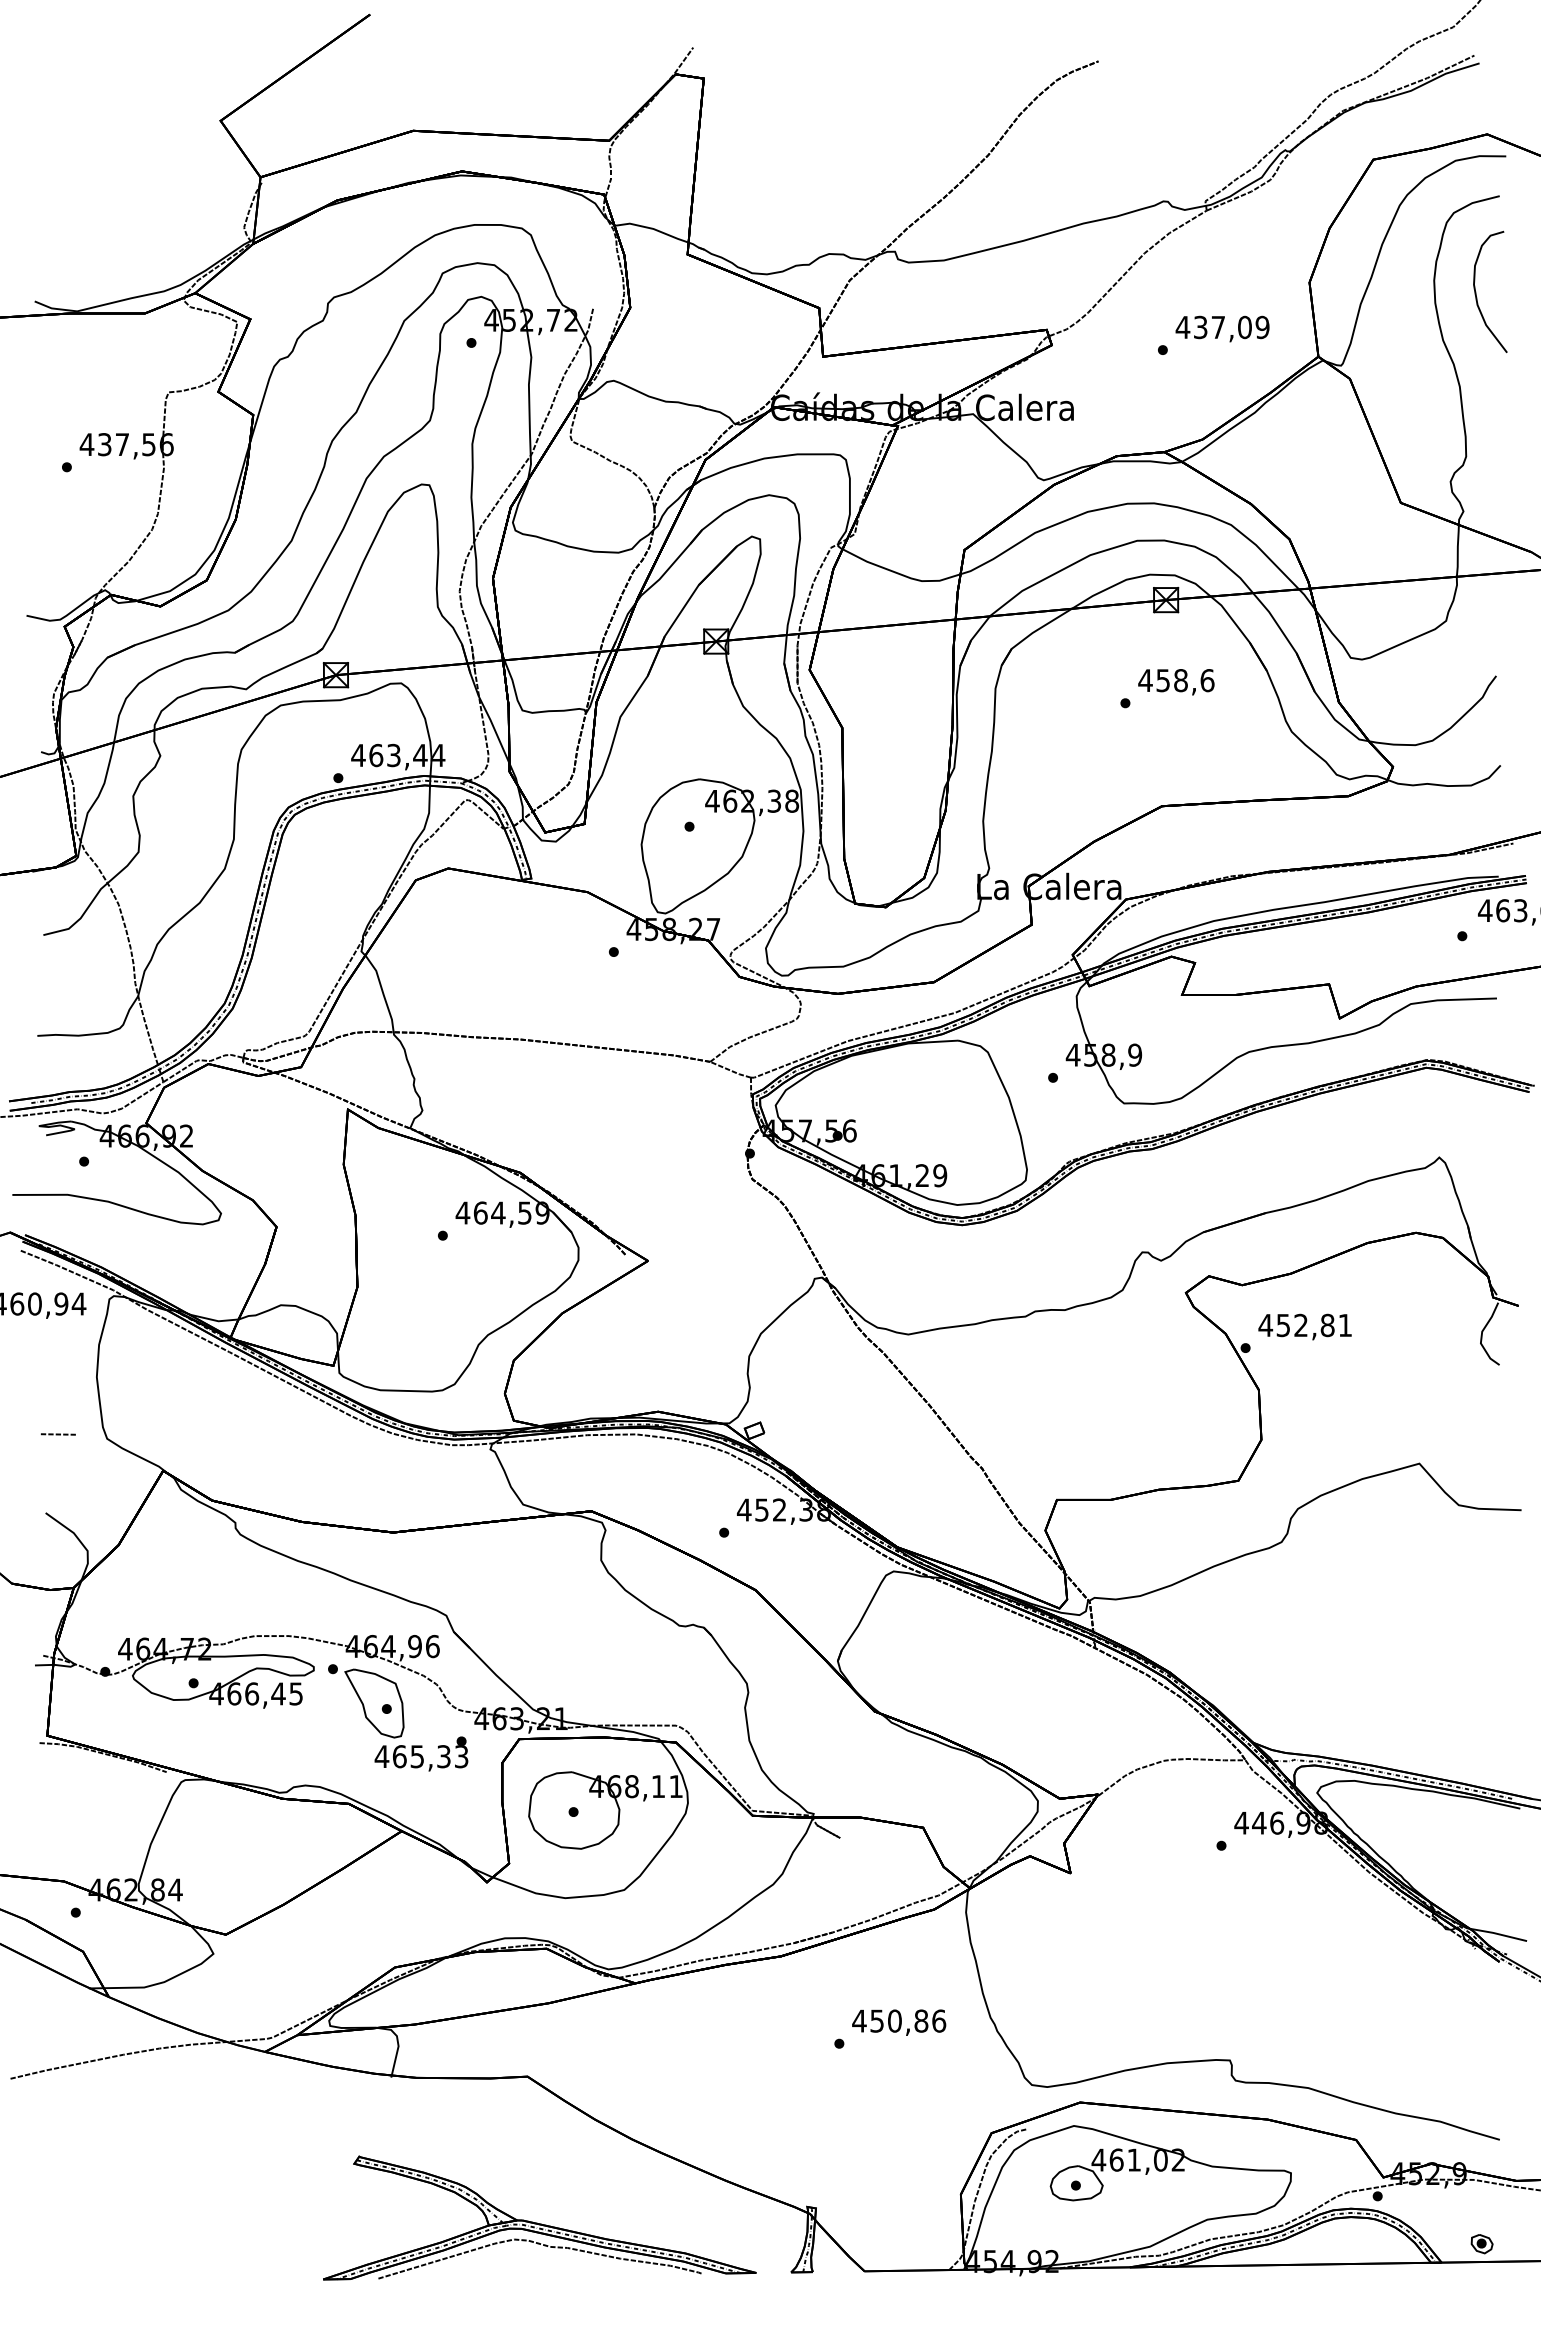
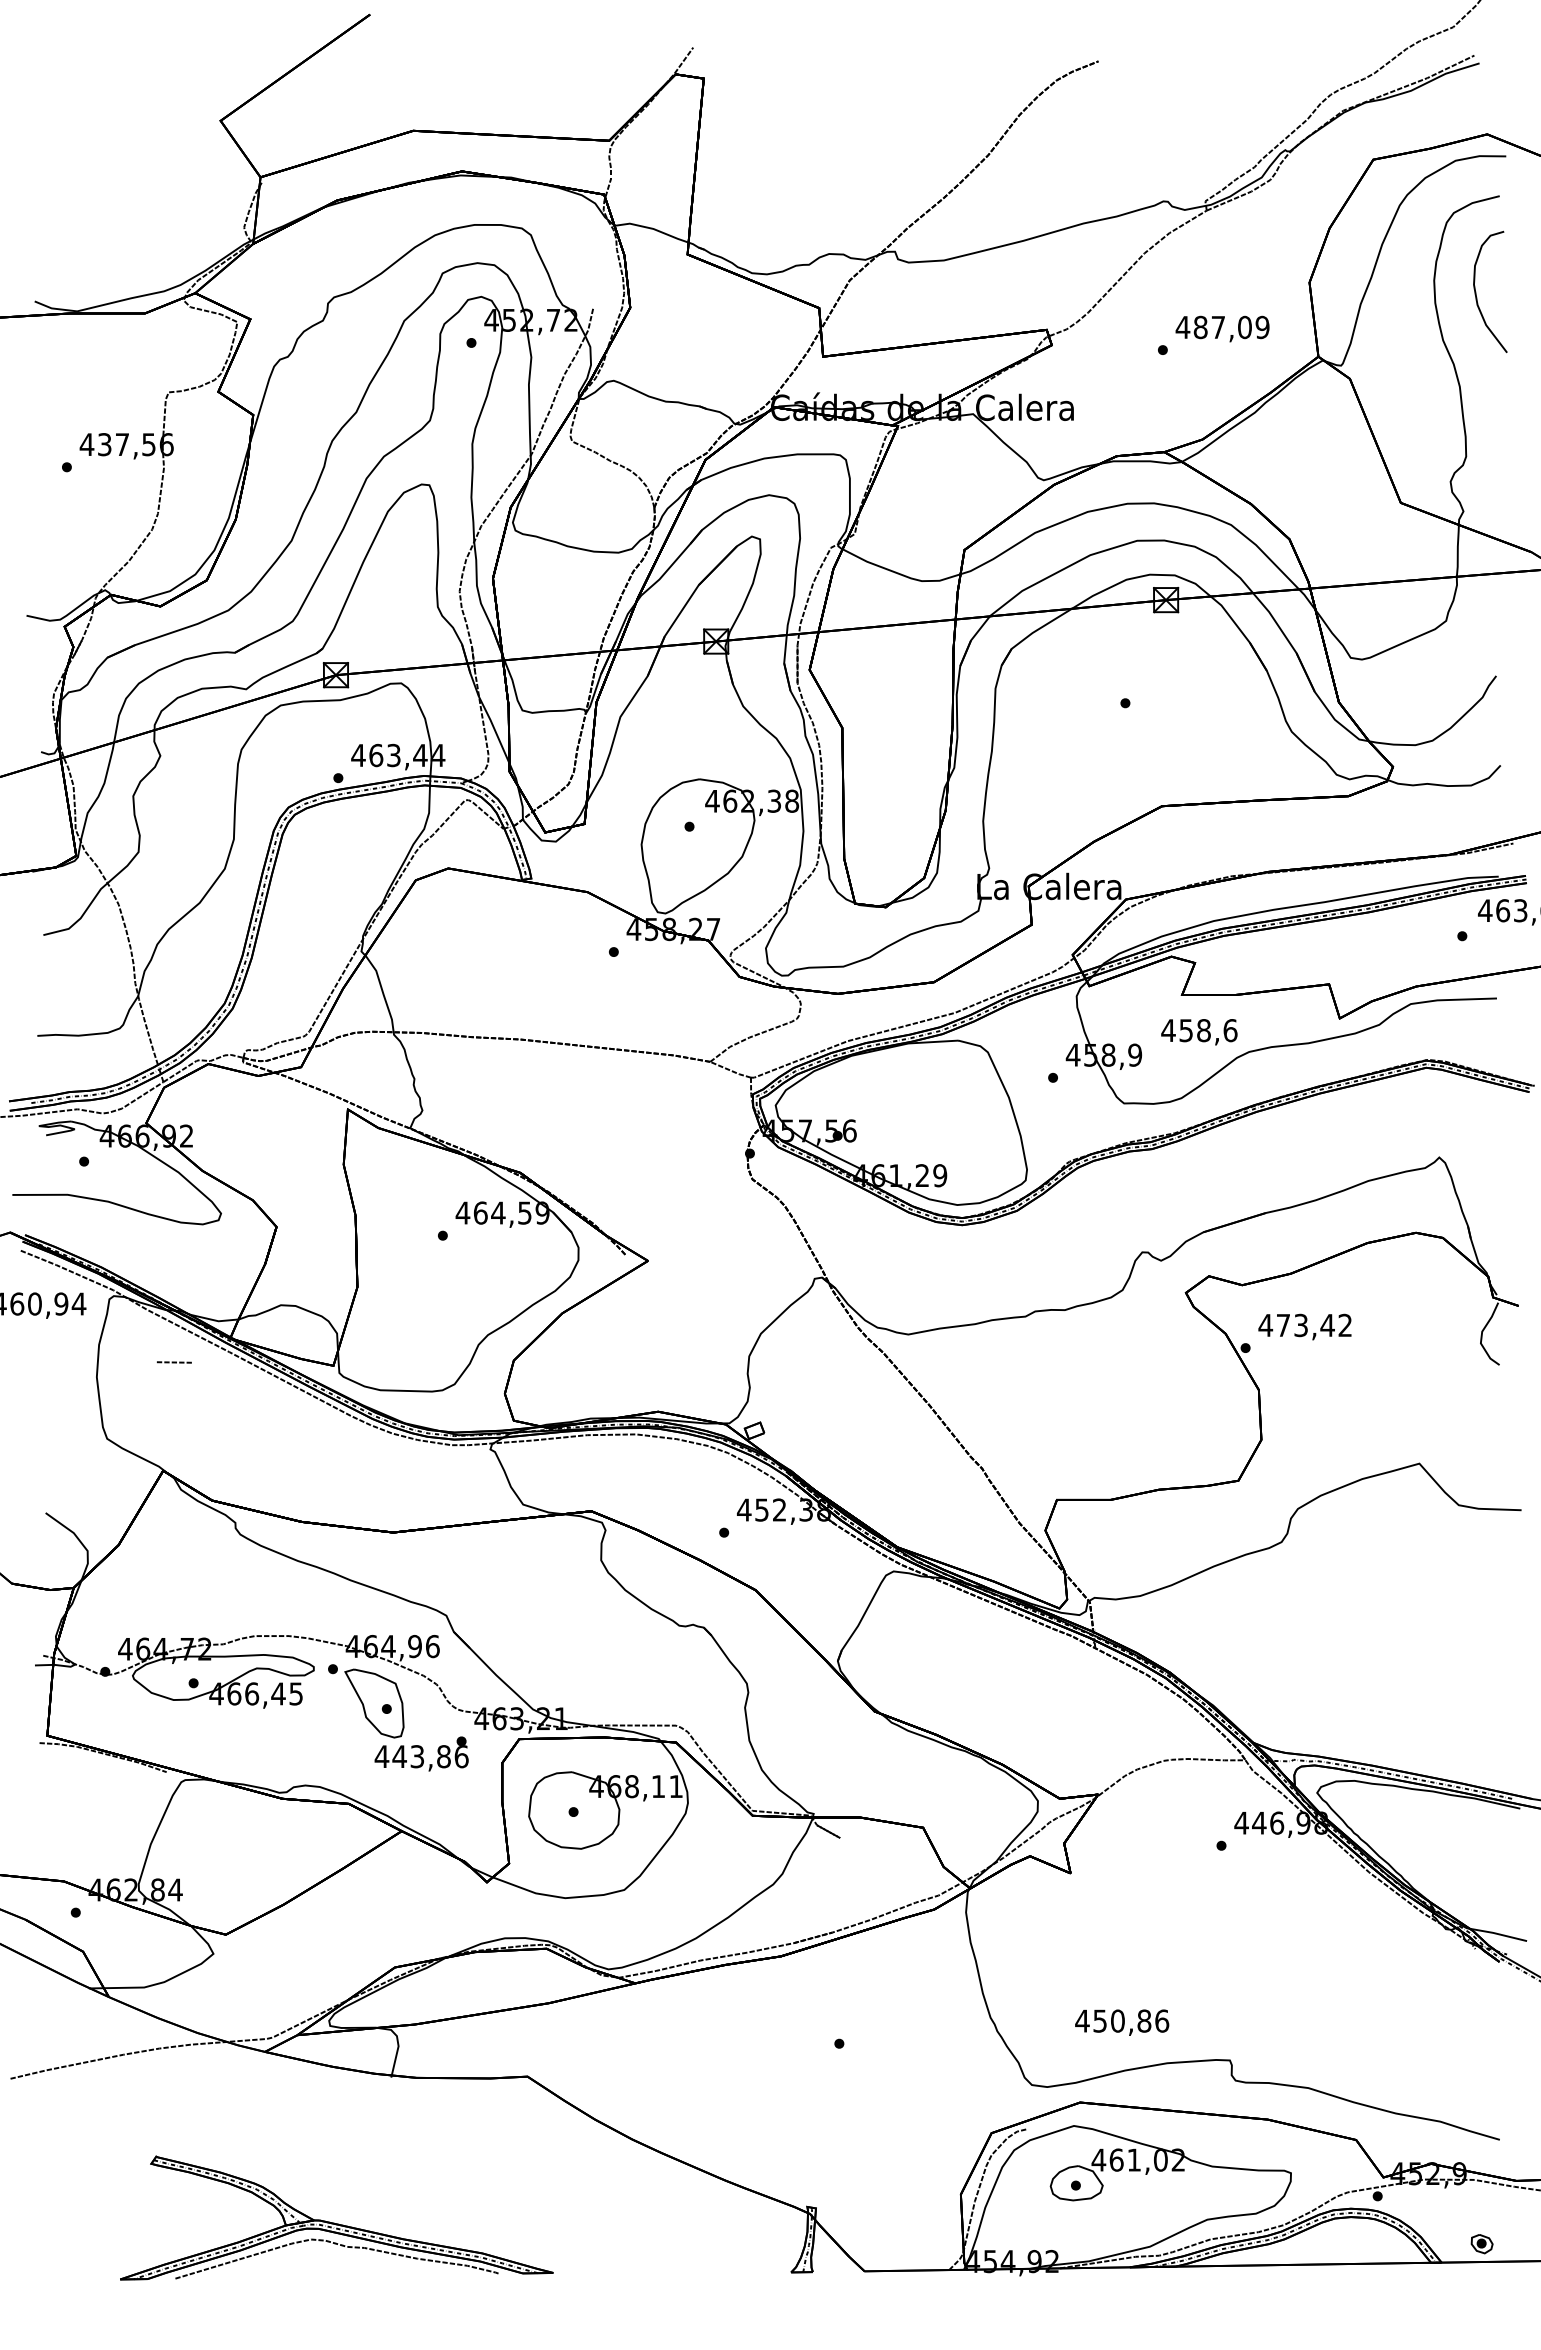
text at (1200, 327): 437,09 -> 487,09
text at (1176, 682) position: (1176, 682) -> (1199, 1032)
text at (1313, 1325): 452,81 -> 473,42
line at (57, 1434) position: (57, 1434) -> (173, 1362)
text at (430, 1756): 465,33 -> 443,86
text at (899, 2022) position: (899, 2022) -> (1122, 2022)
part at (539, 2217) position: (539, 2217) -> (336, 2217)
